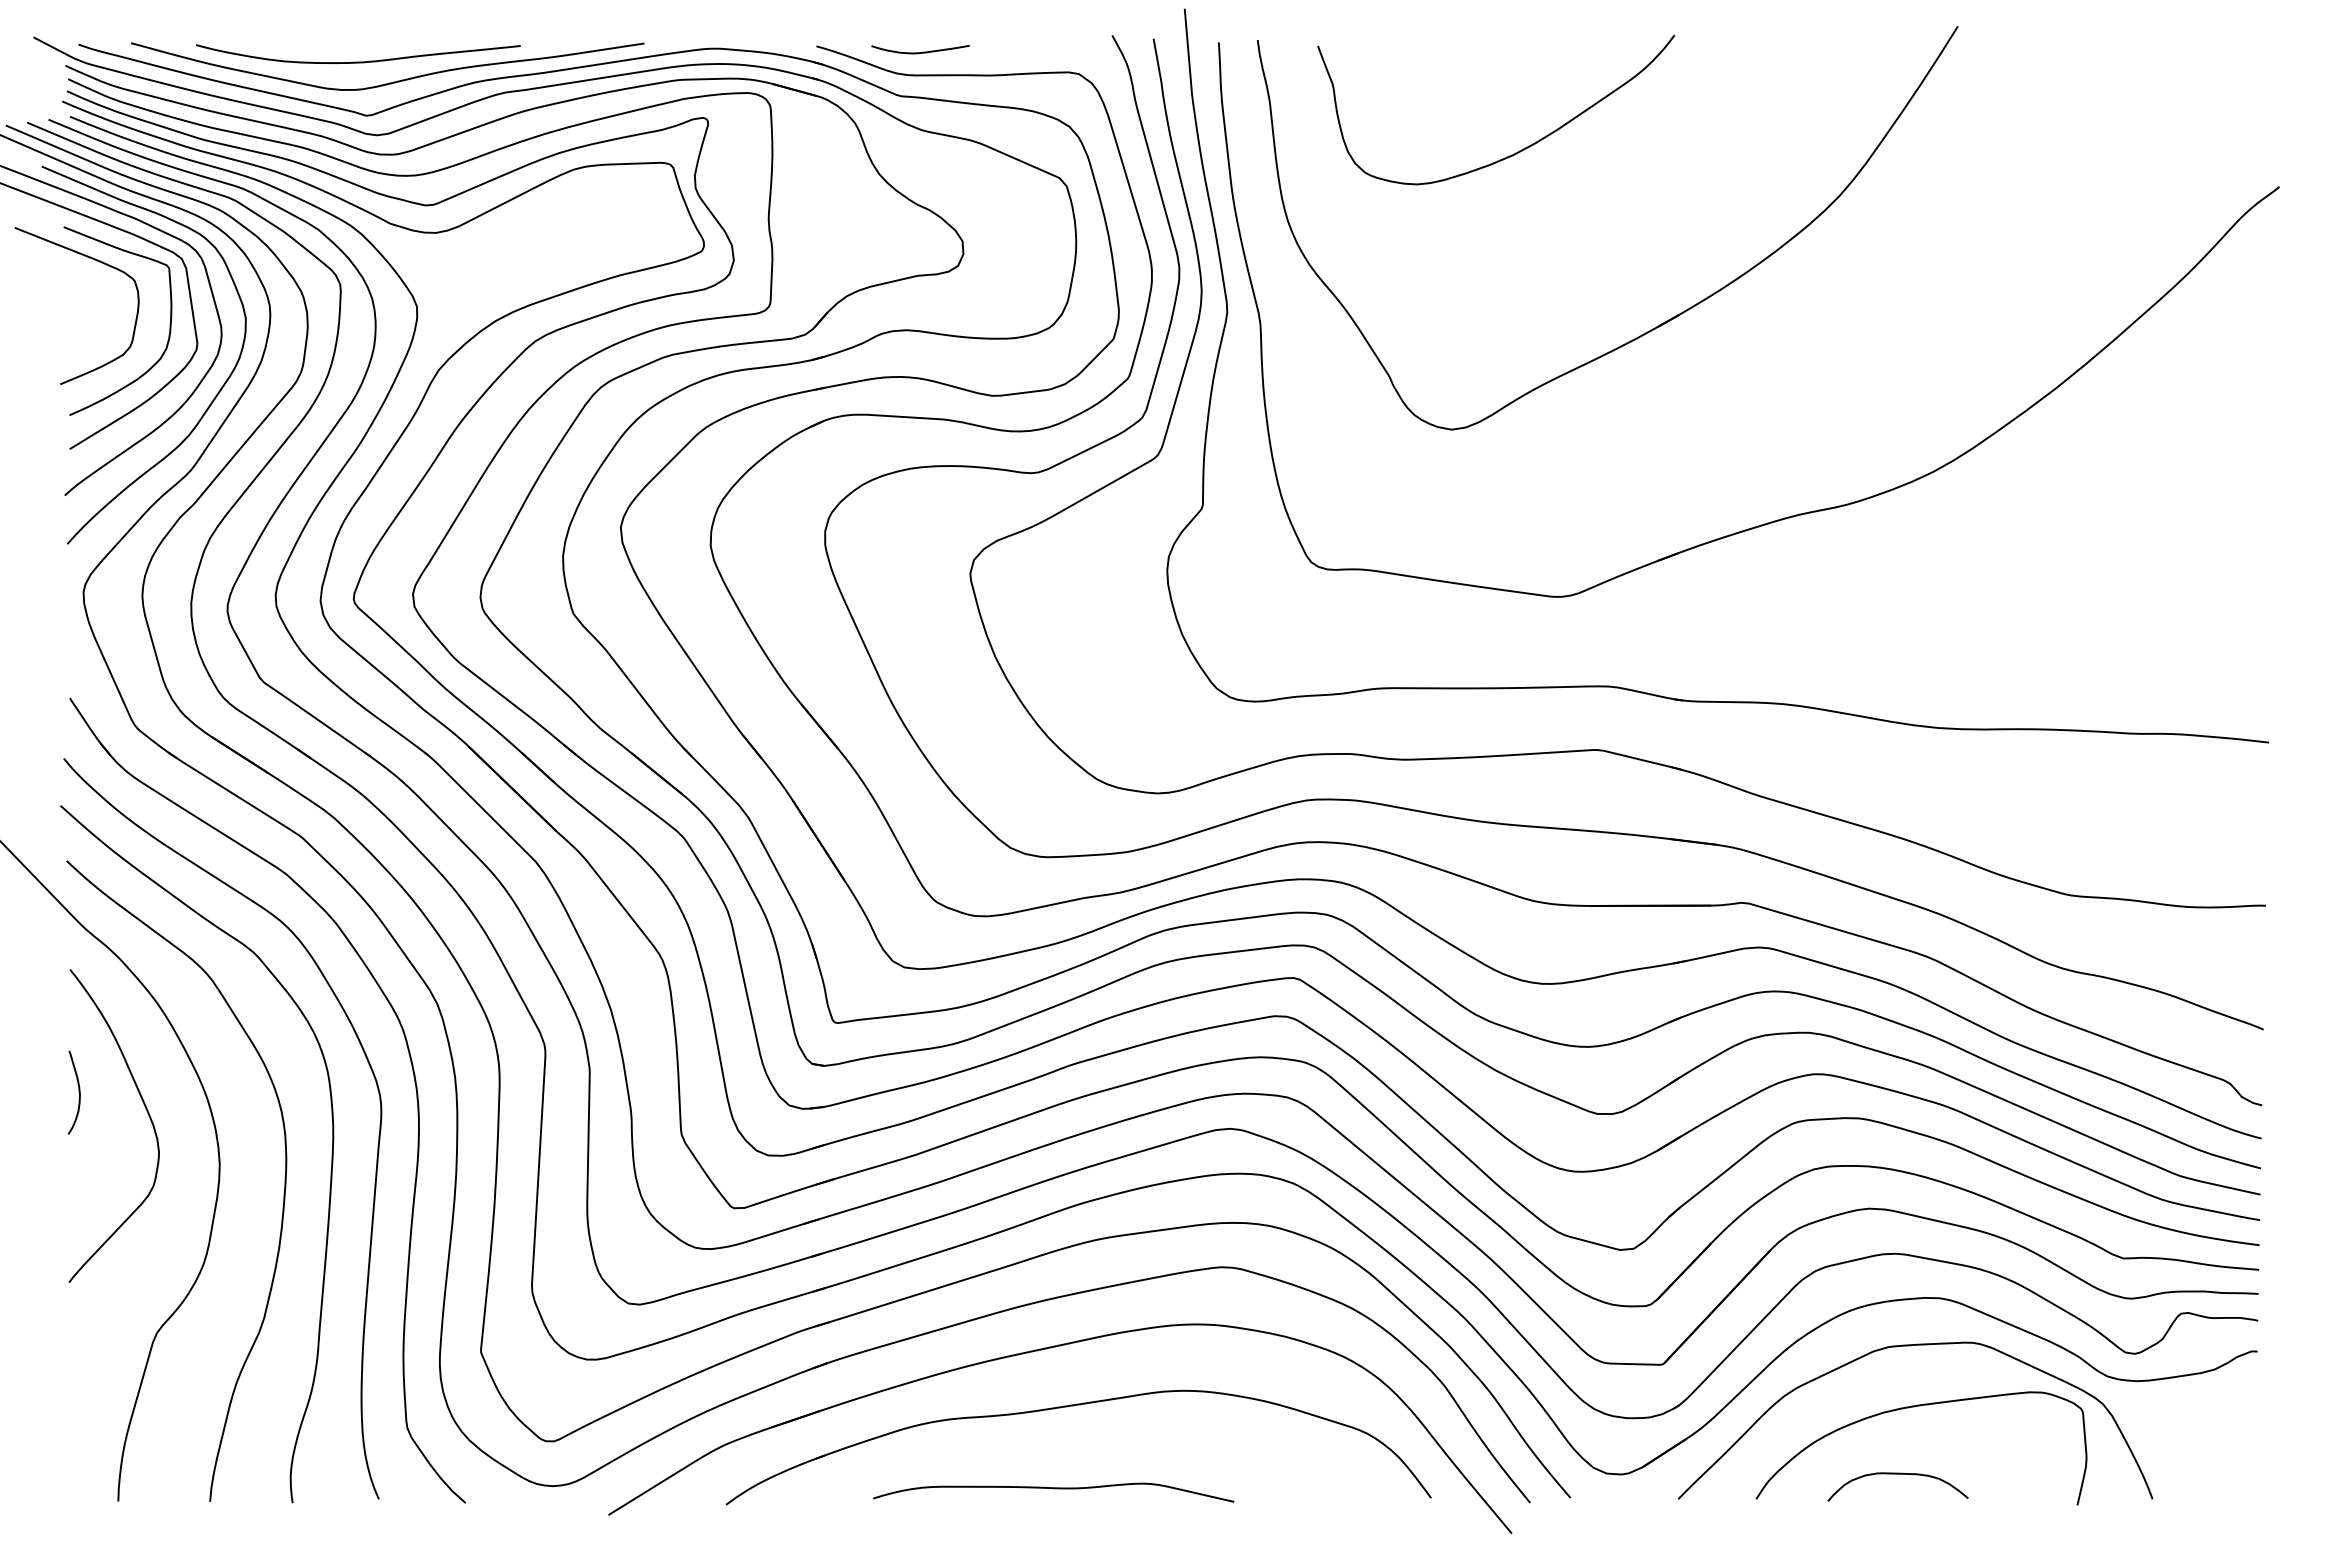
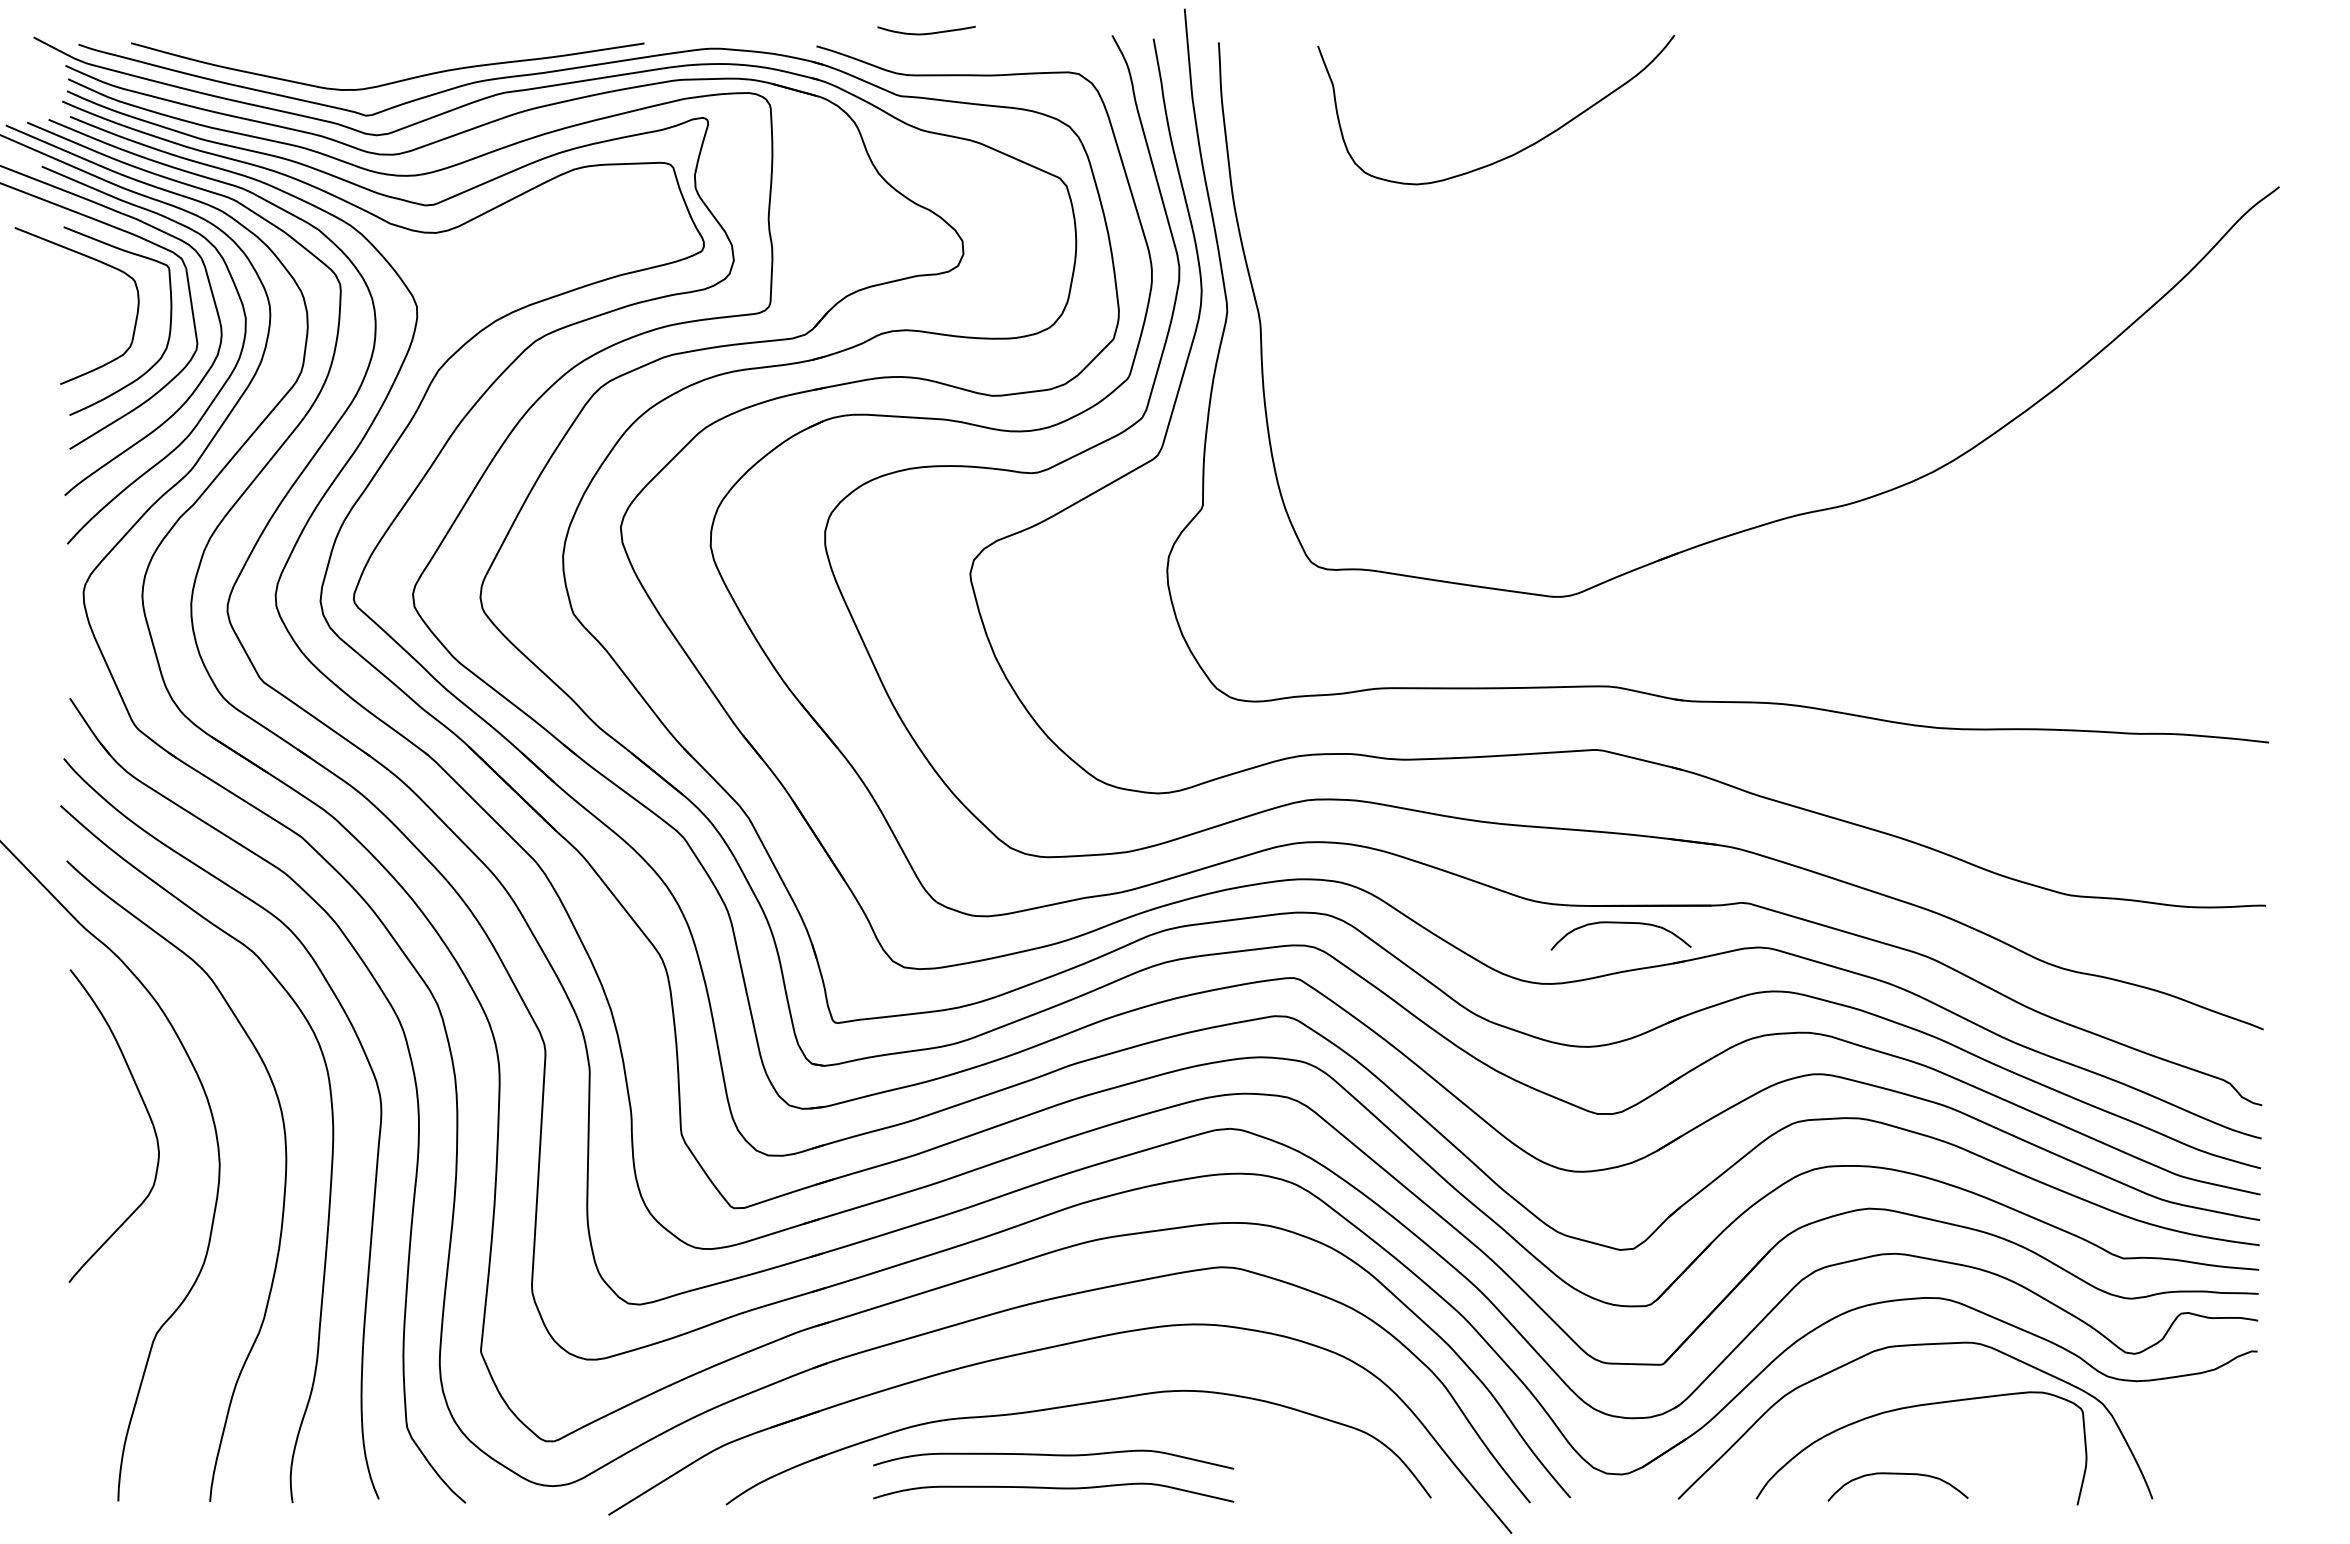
curve at (922, 51) position: (922, 51) -> (928, 32)
curve at (358, 61): present -> none
part at (1659, 324): present -> none
curve at (1620, 923): none -> present
curve at (78, 1092): present -> none
curve at (1053, 1456): none -> present
